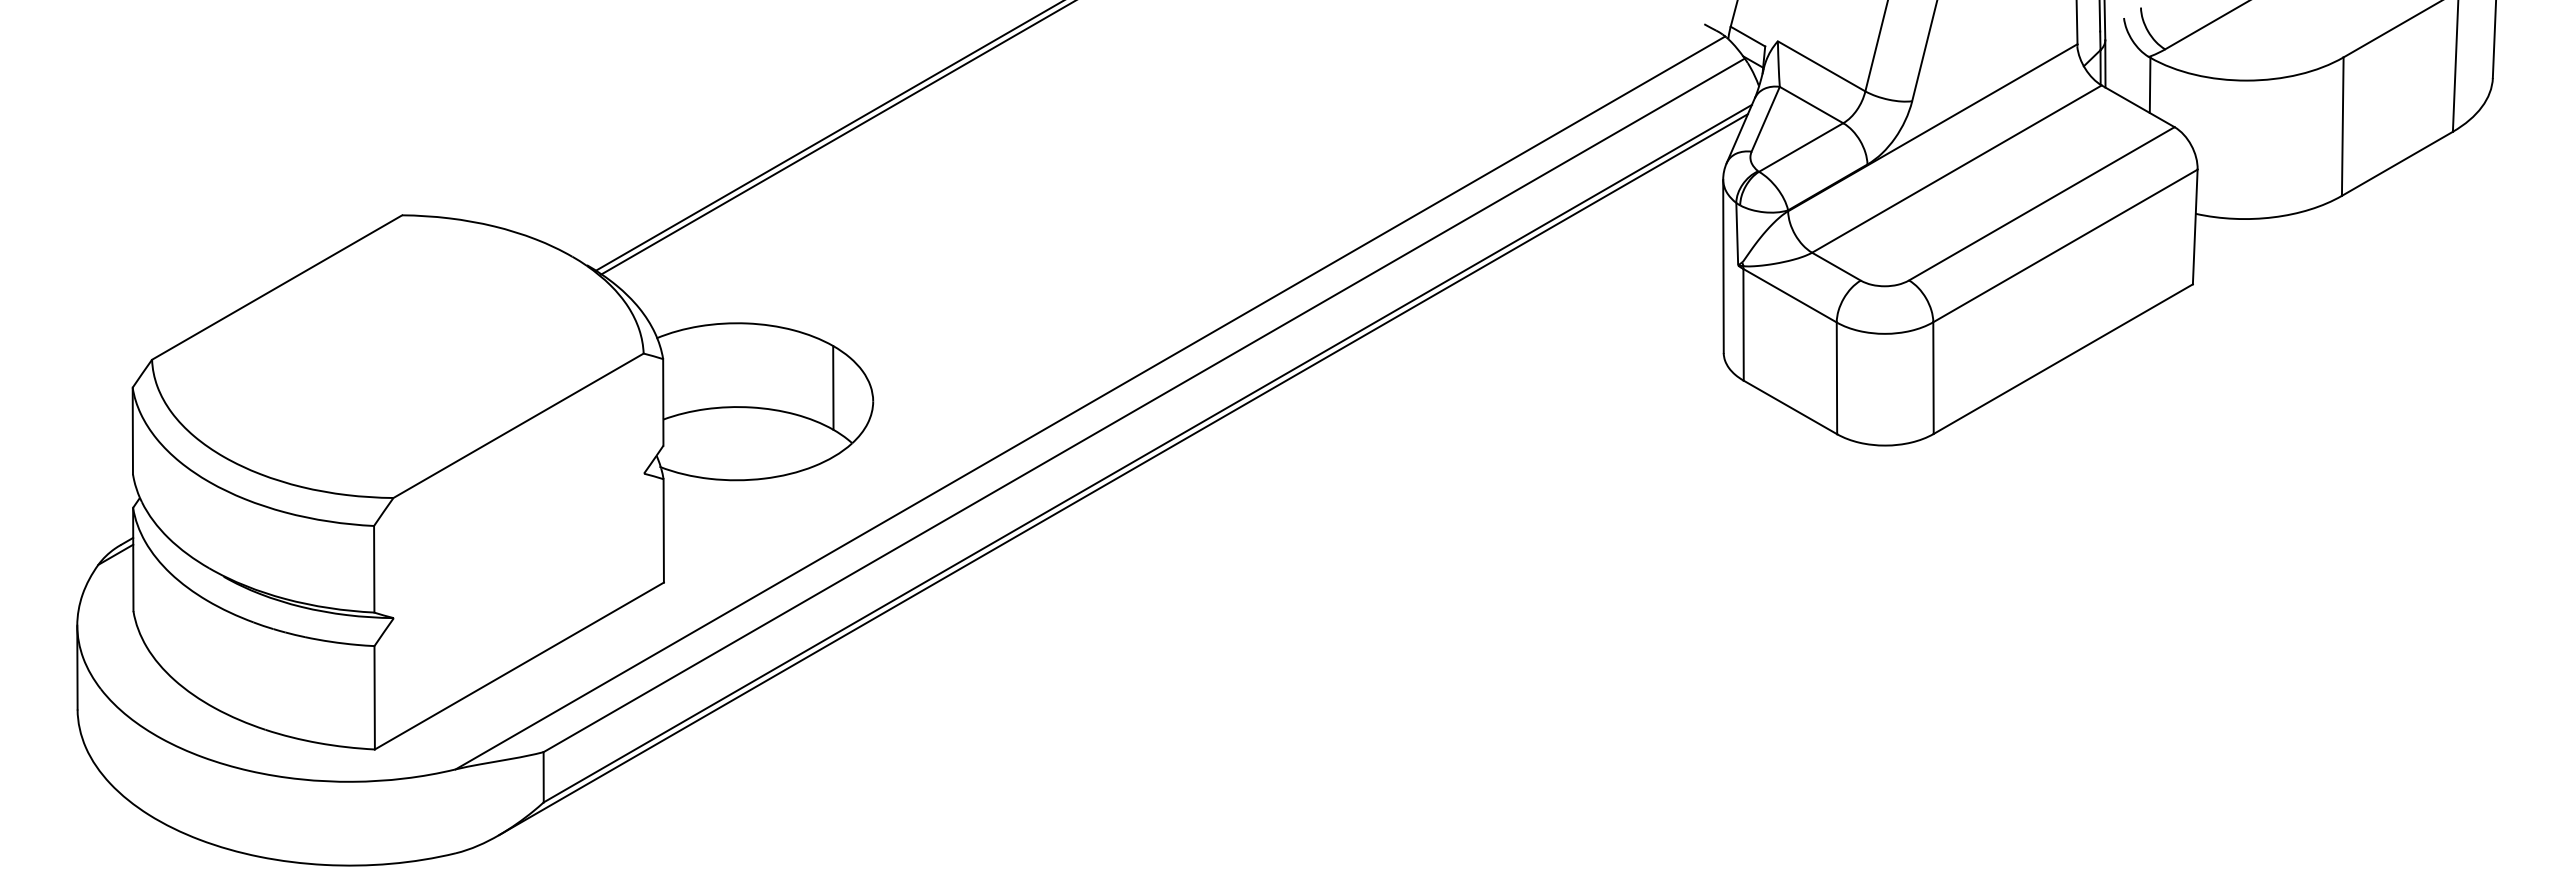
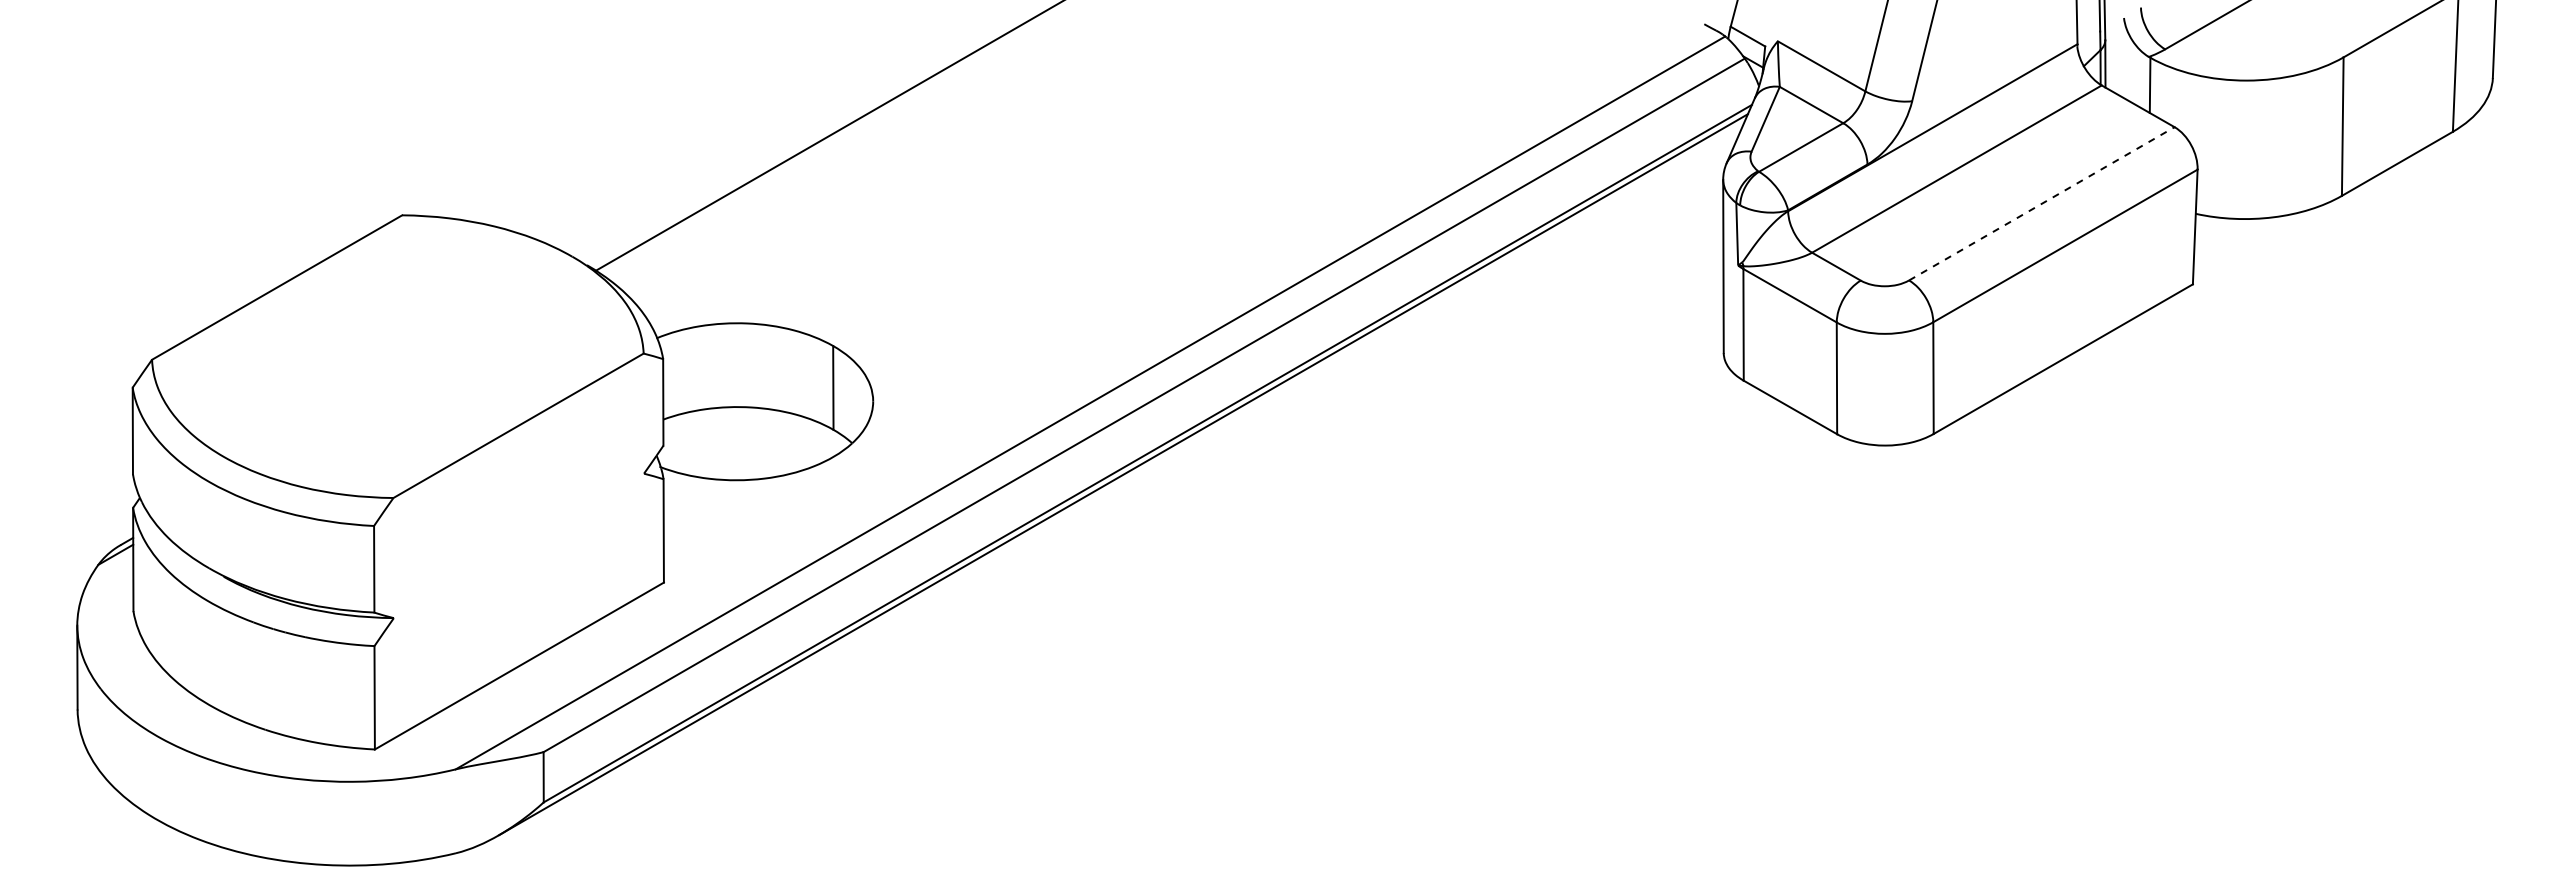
line at (836, 138): present -> none
line at (2042, 203): solid -> dashed
